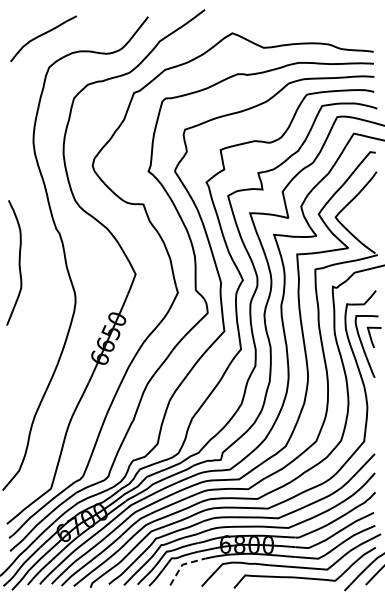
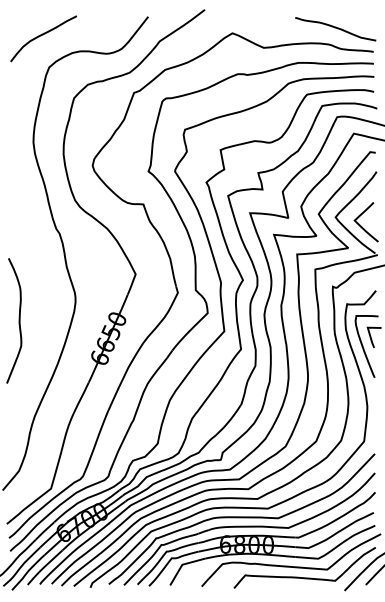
curve at (335, 28): none -> present
curve at (361, 225): none -> present
part at (14, 262) position: (14, 262) -> (14, 320)
line at (182, 564): dashed -> solid
